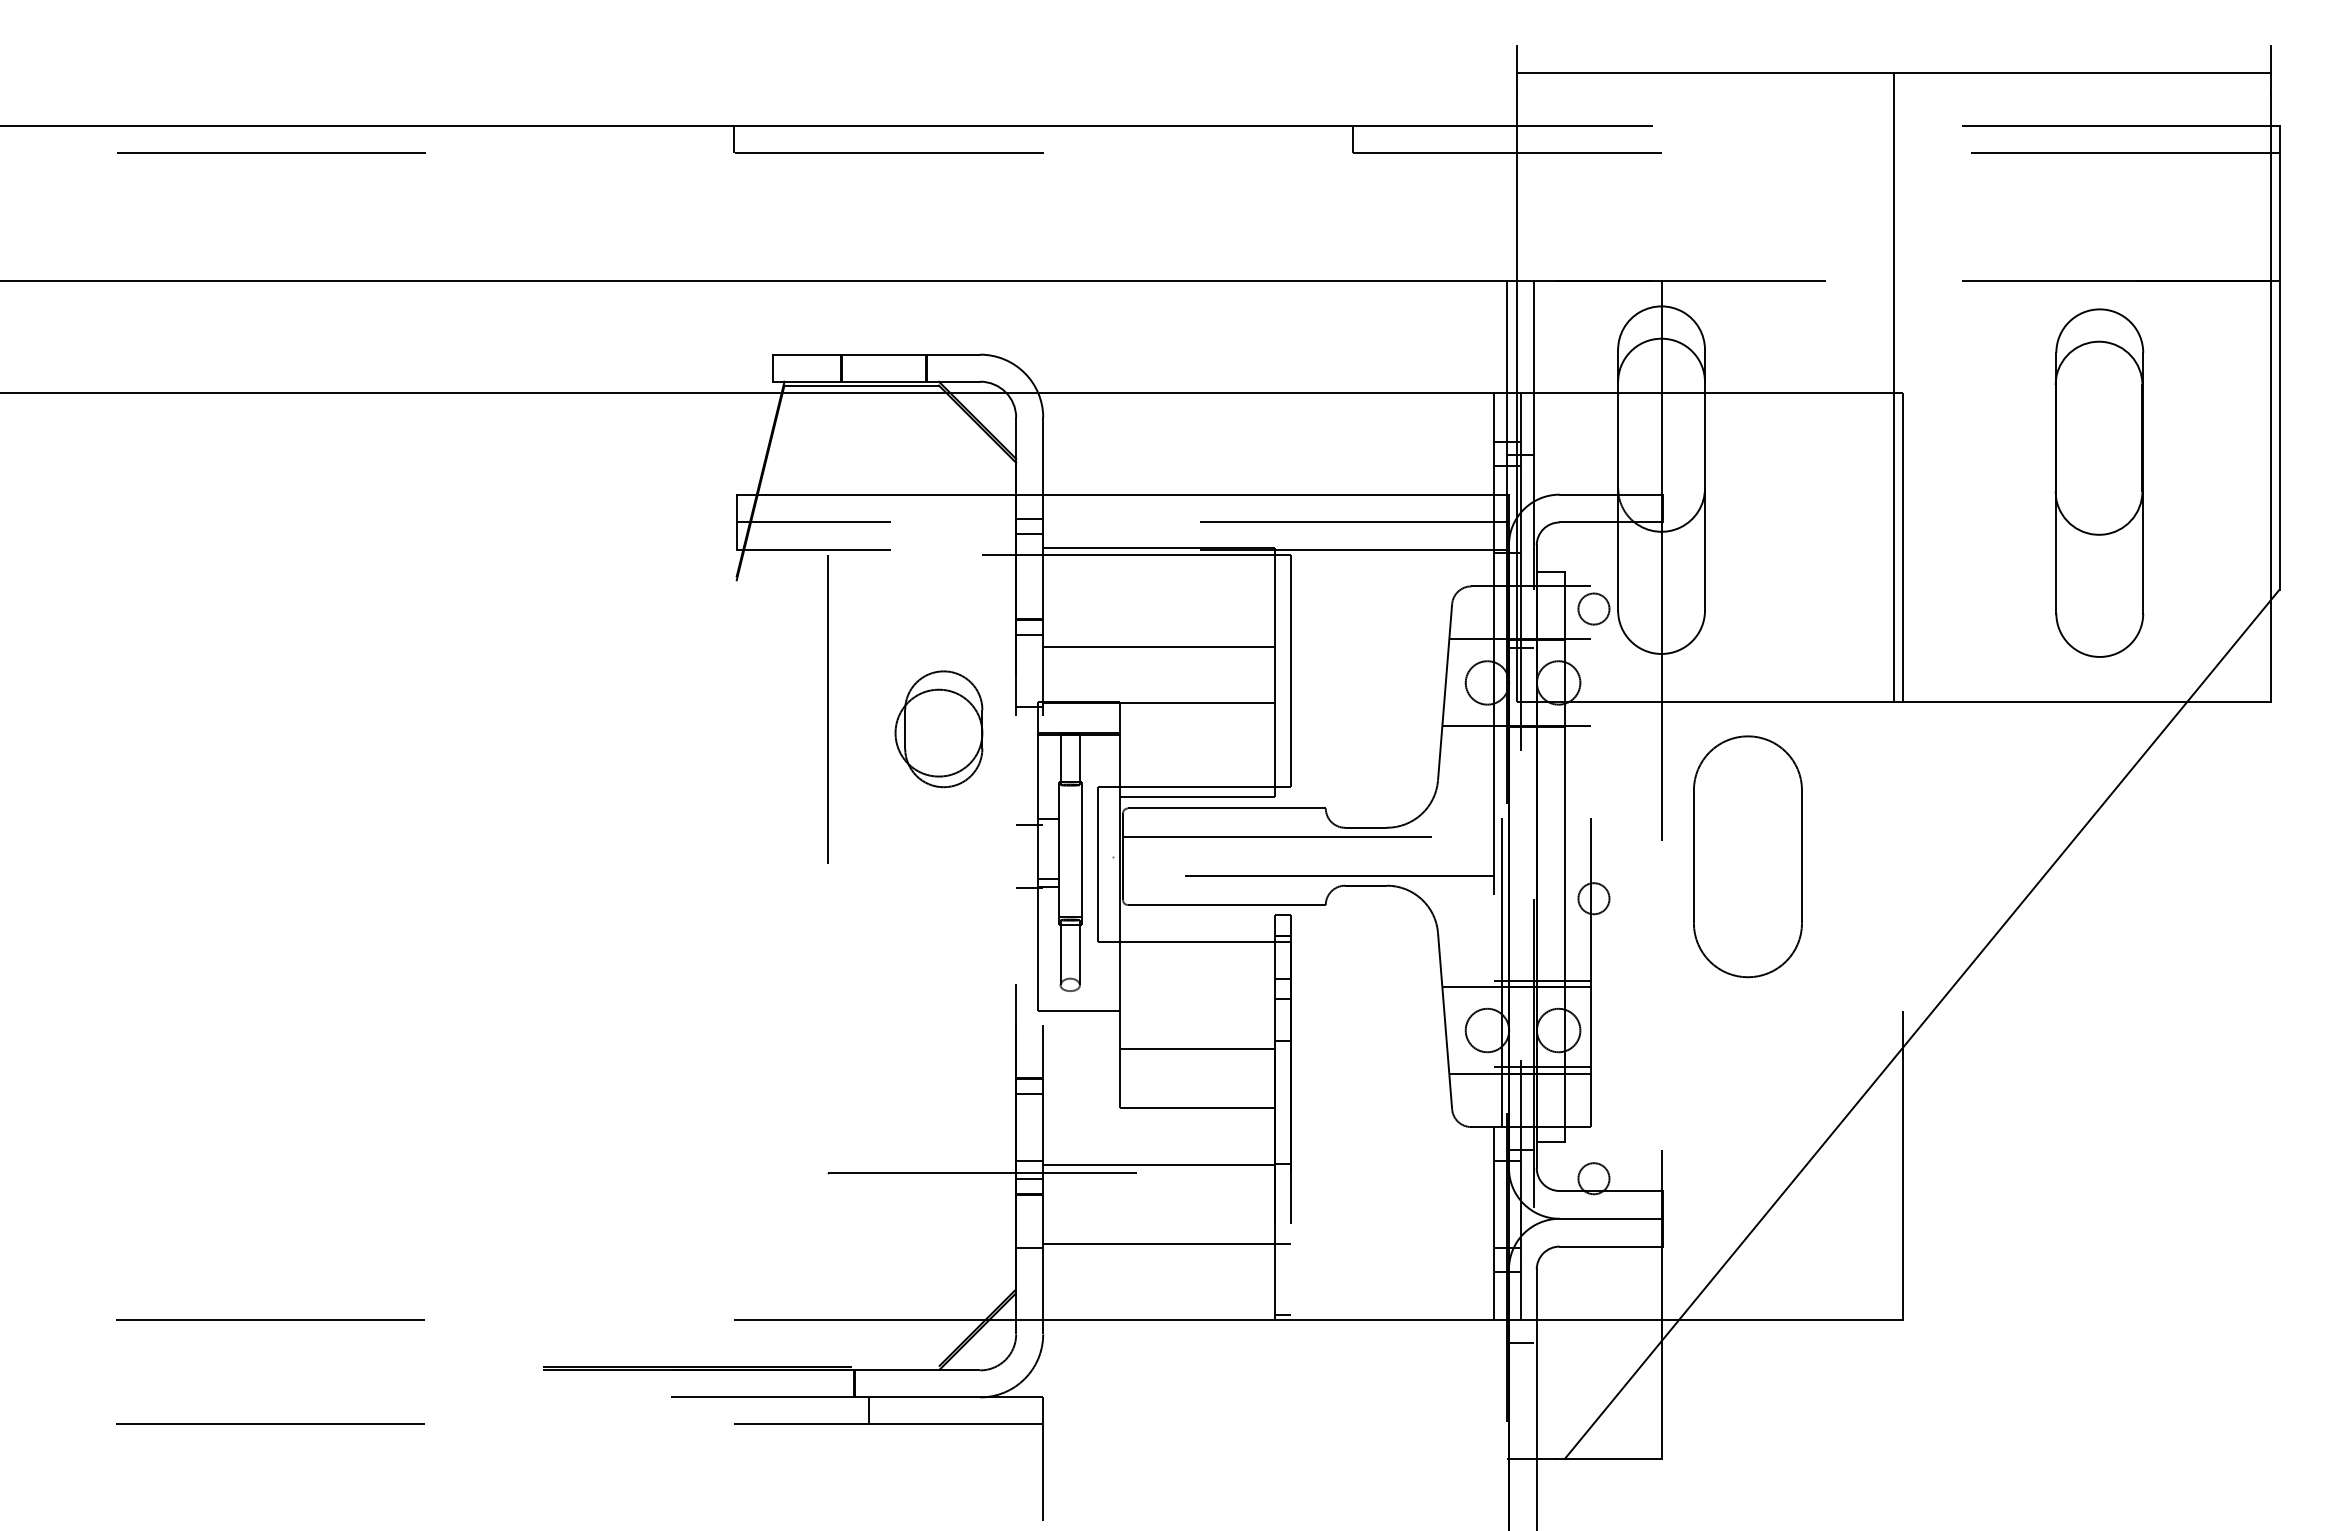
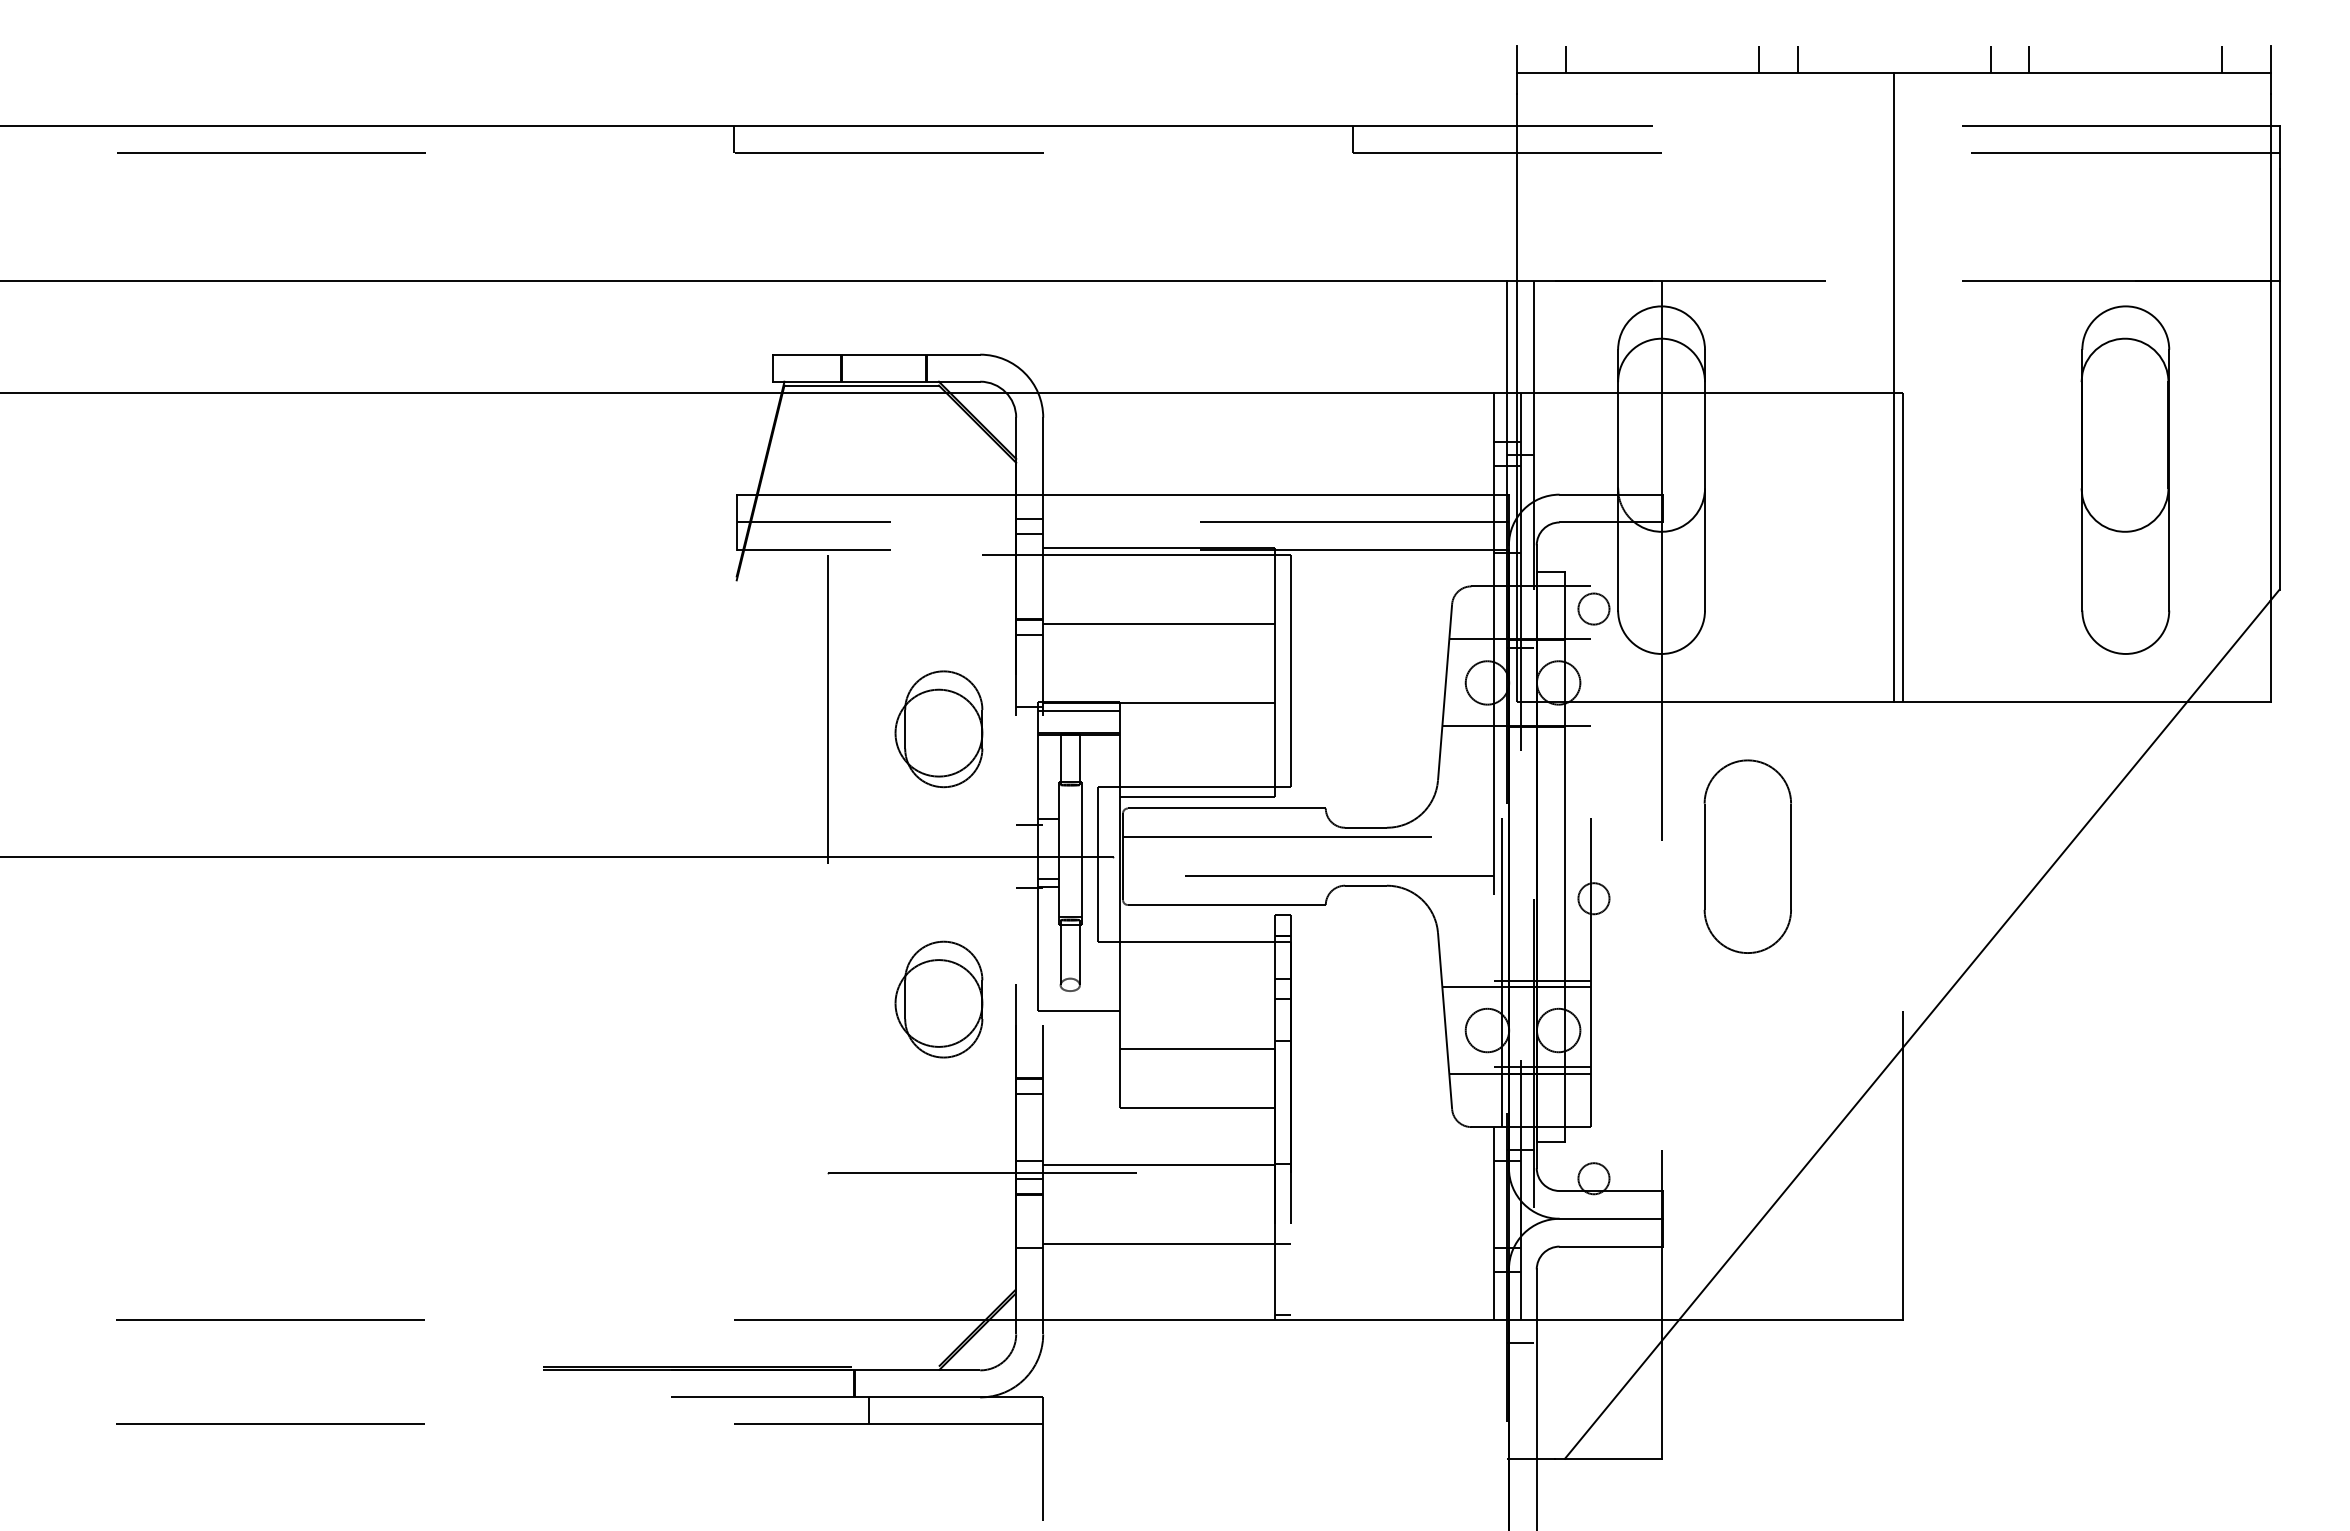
line at (1565, 58): none -> present
line at (1758, 58): none -> present
line at (1797, 58): none -> present
line at (1990, 58): none -> present
line at (2029, 58): none -> present
line at (2222, 58): none -> present
part at (2099, 482) position: (2099, 482) -> (2125, 479)
line at (1158, 646) position: (1158, 646) -> (1158, 623)
line at (1079, 710): none -> present
line at (557, 856): none -> present
part at (1747, 856) size: 110x244 px -> 89x195 px
part at (938, 999): none -> present
